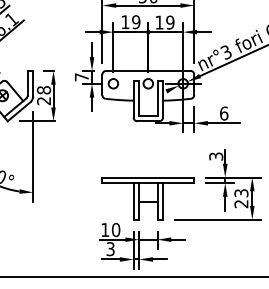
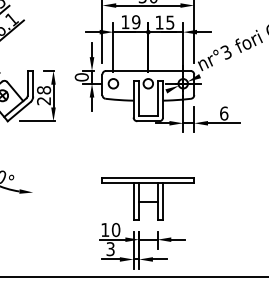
text at (170, 22): 19 -> 15
line at (232, 61): present -> none
text at (81, 77): 7 -> 0
line at (33, 156): present -> none
part at (217, 184): present -> none
